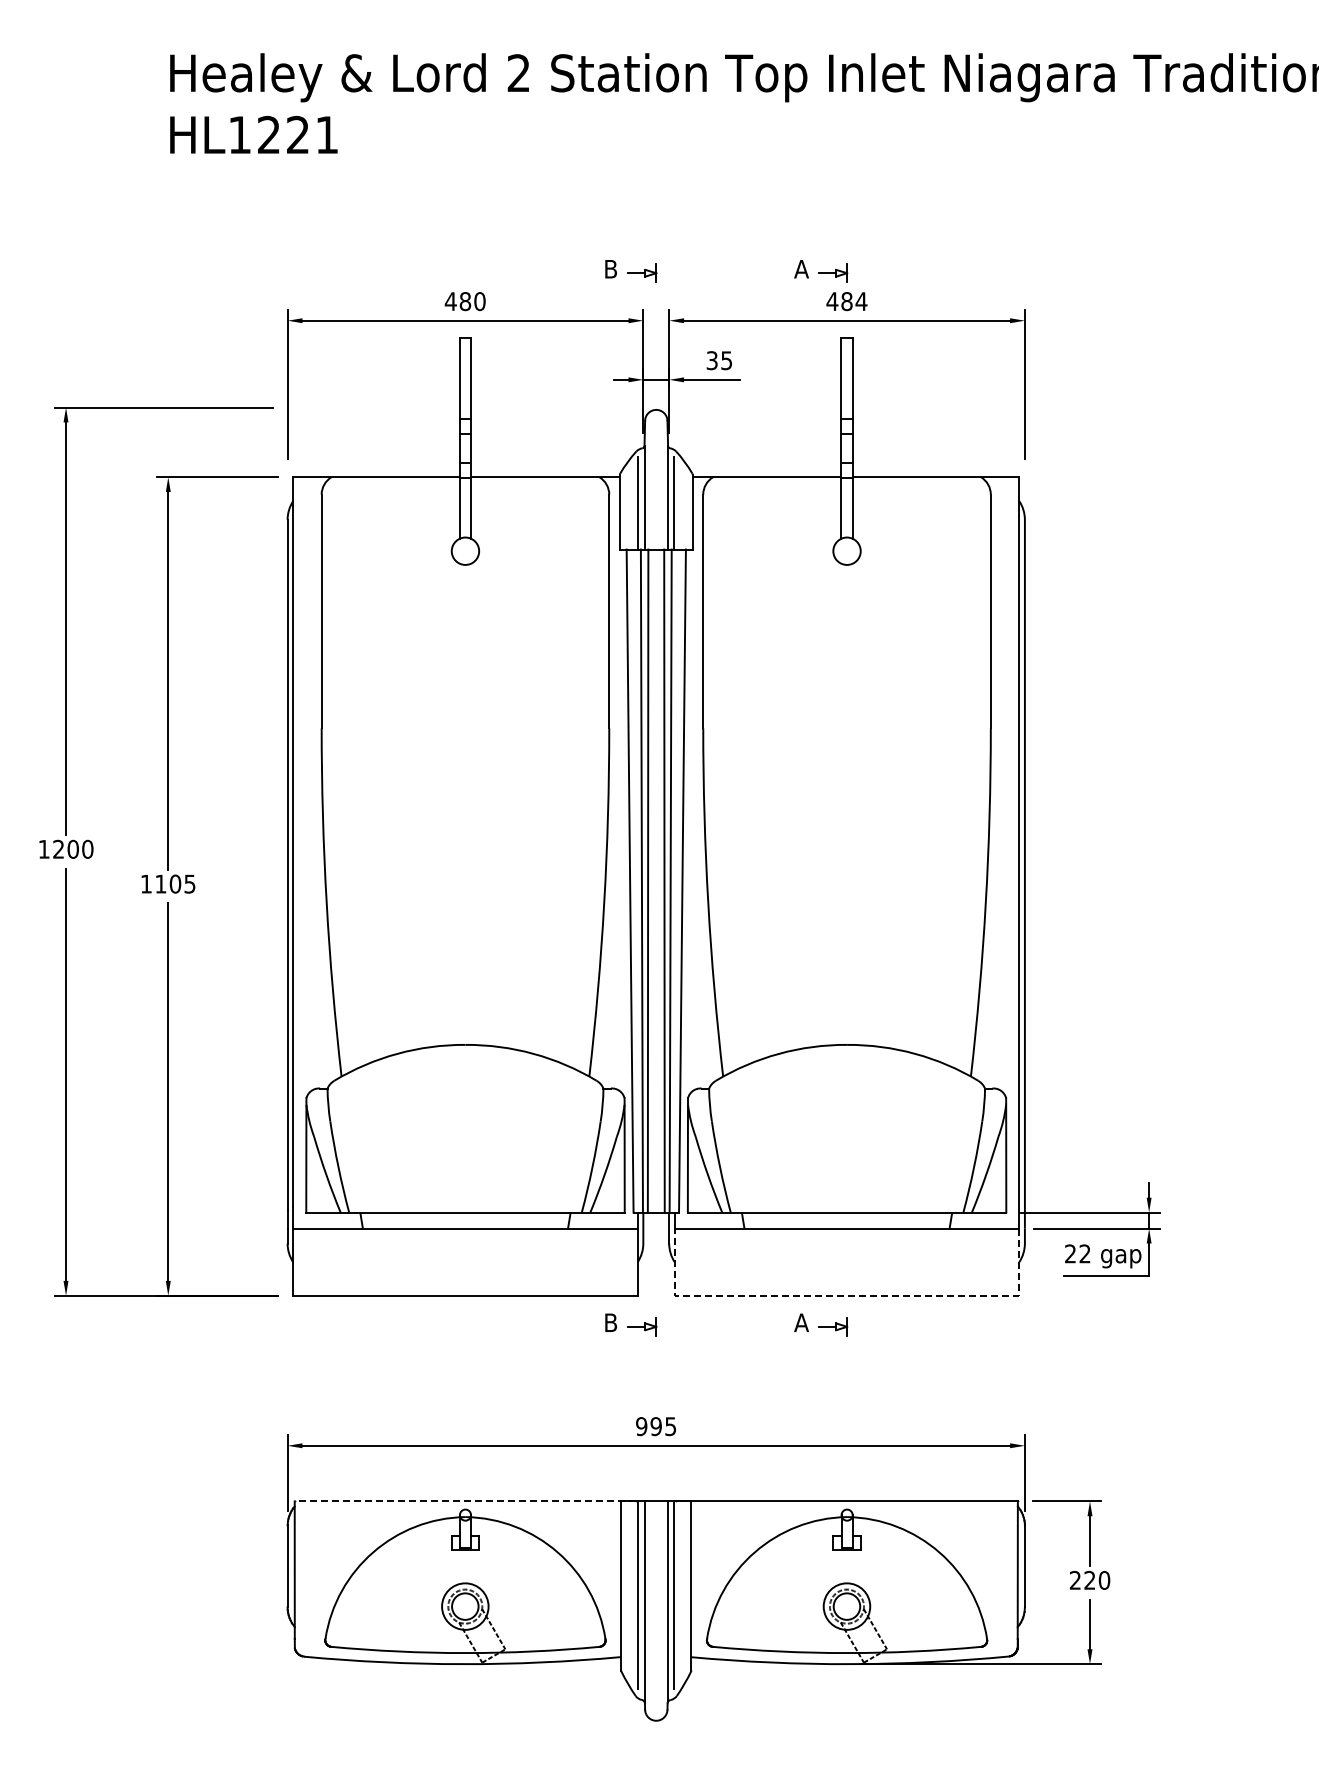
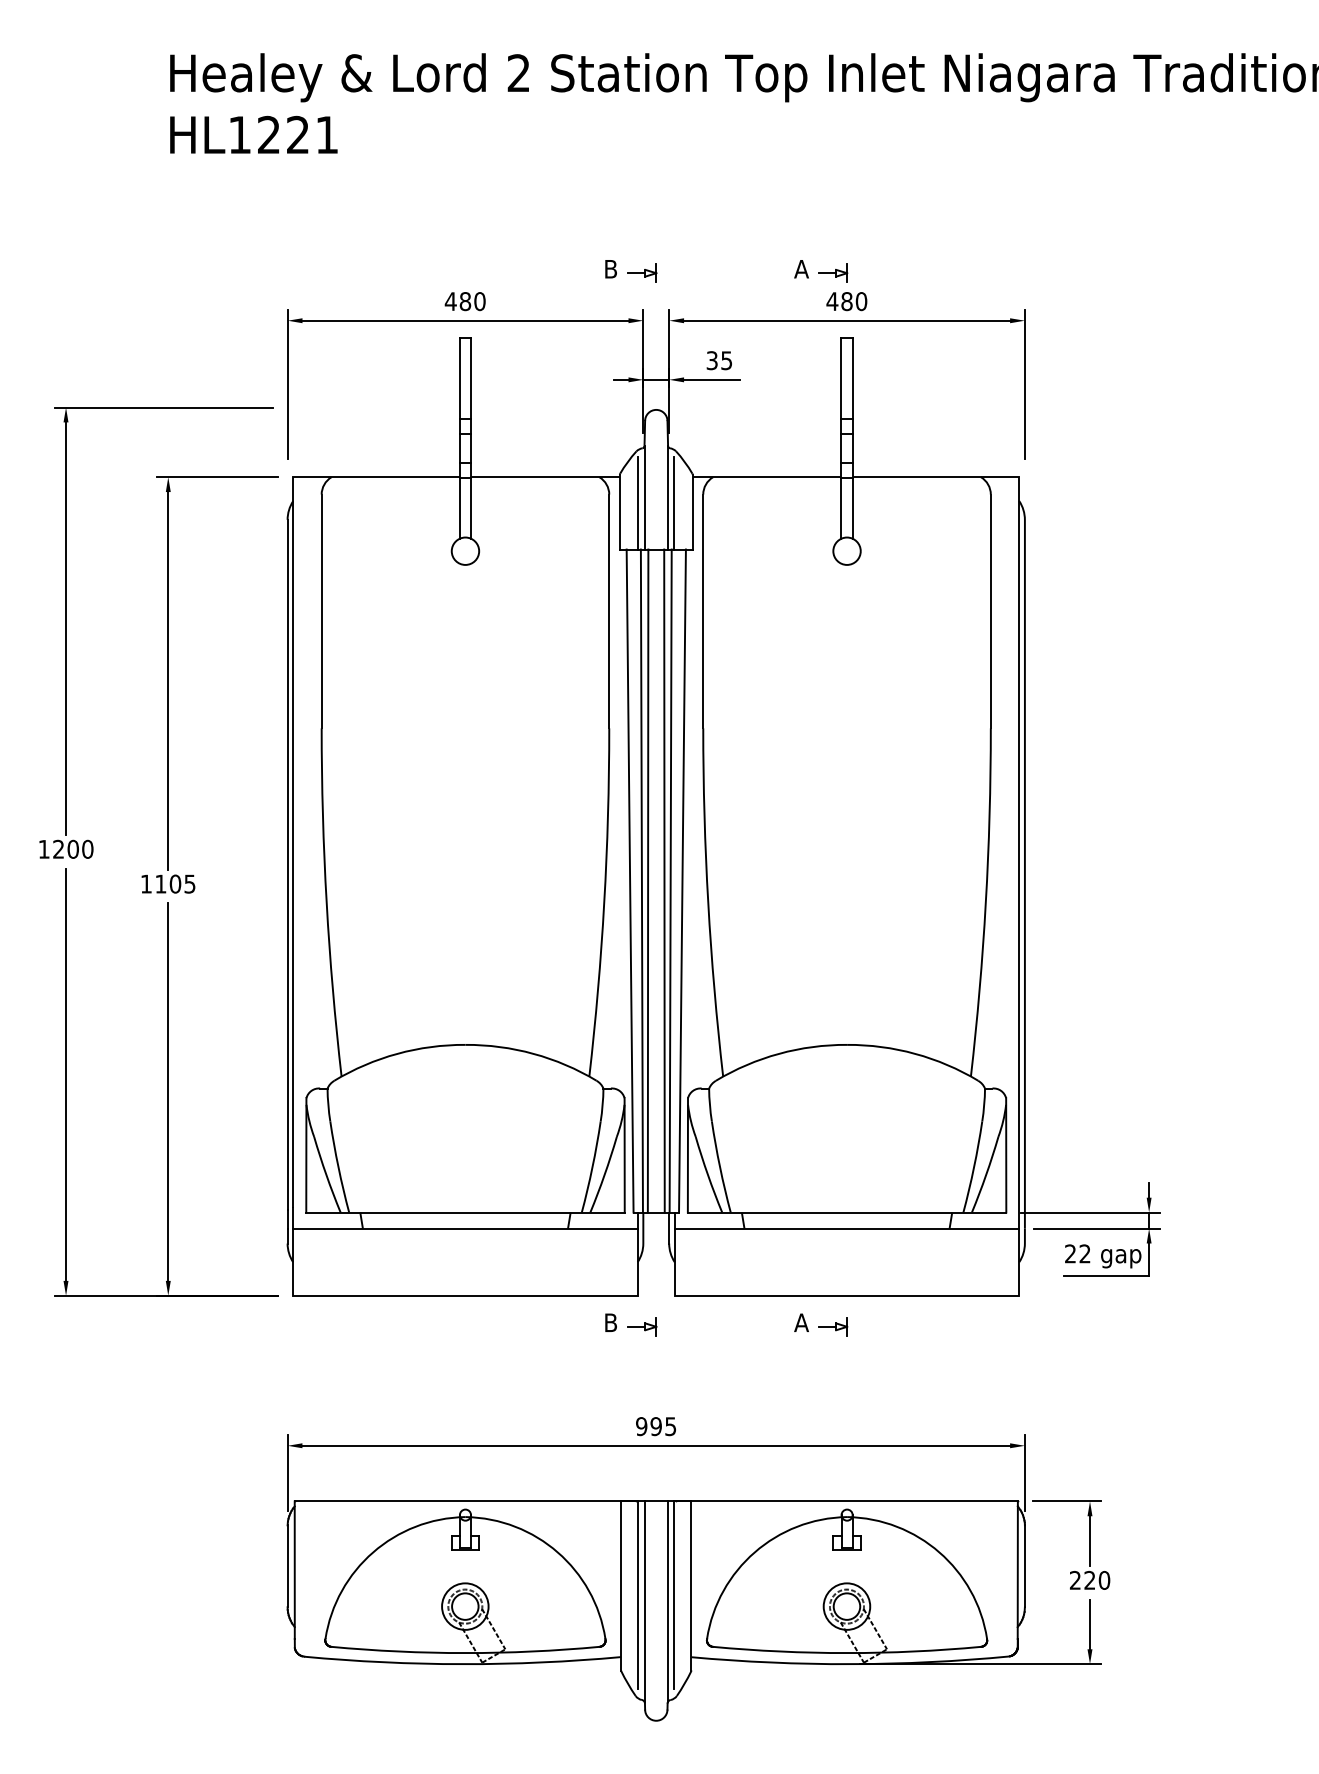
text at (861, 301): 484 -> 480
line at (846, 1295): dashed -> solid
line at (465, 1501): dashed -> solid
